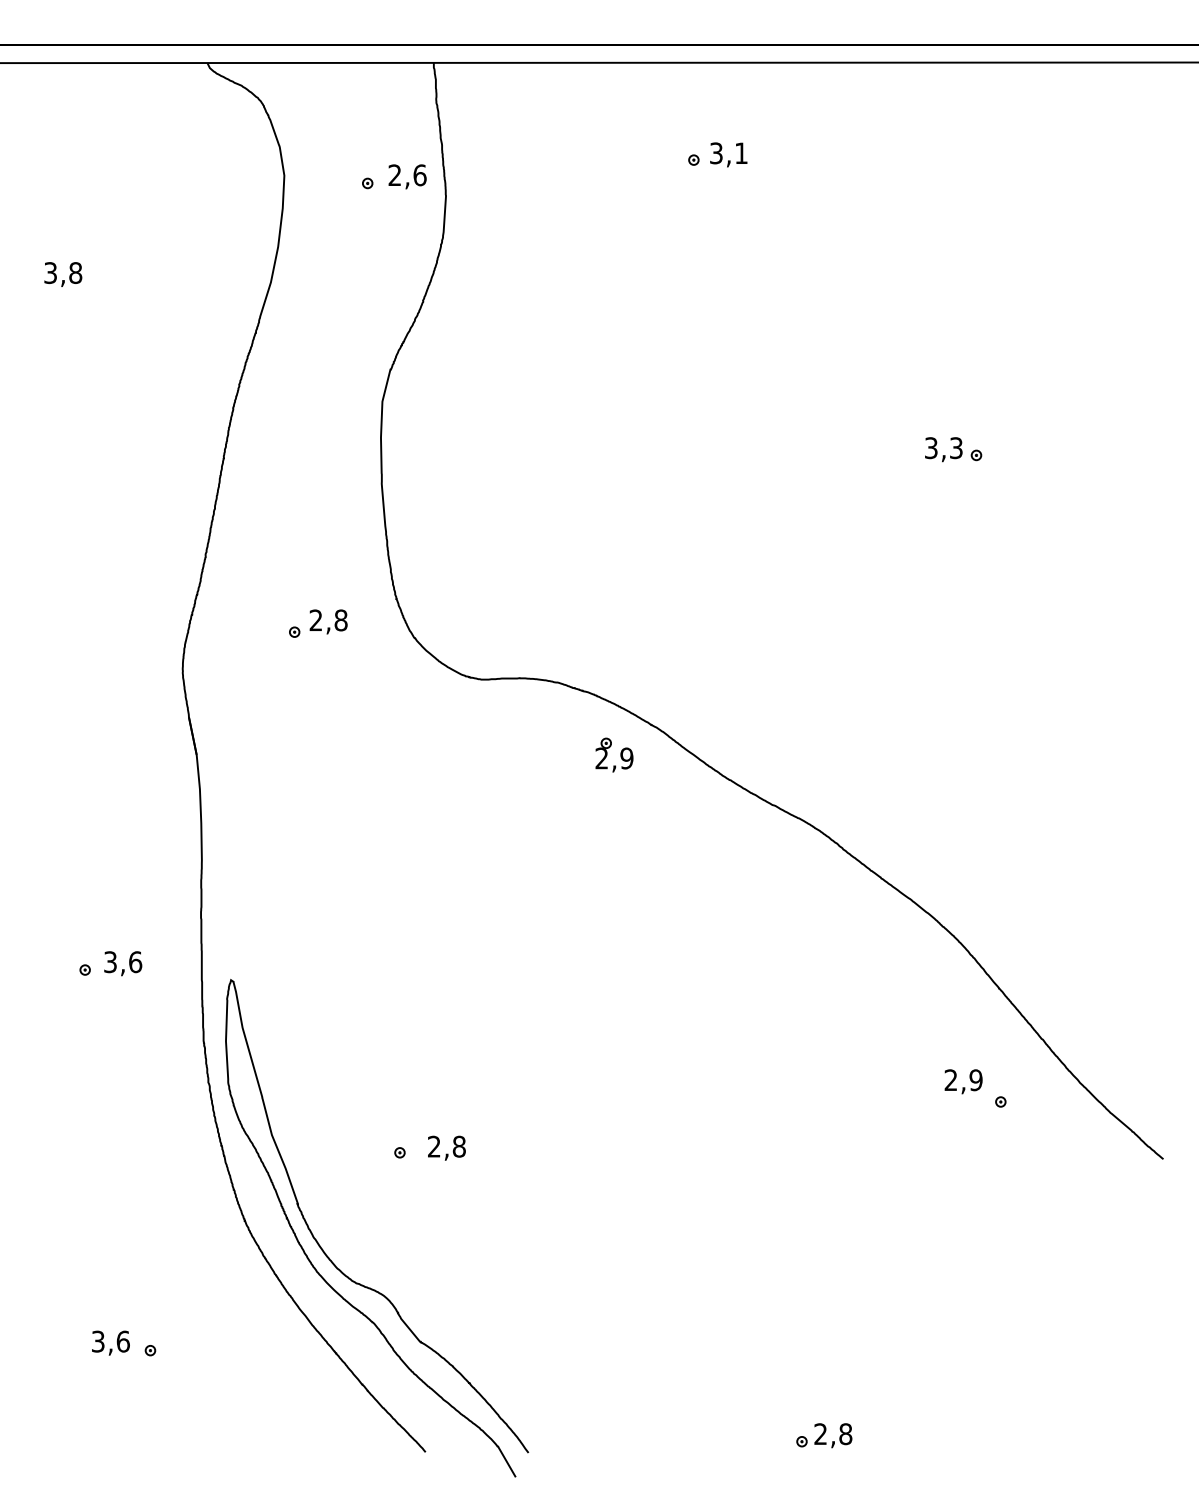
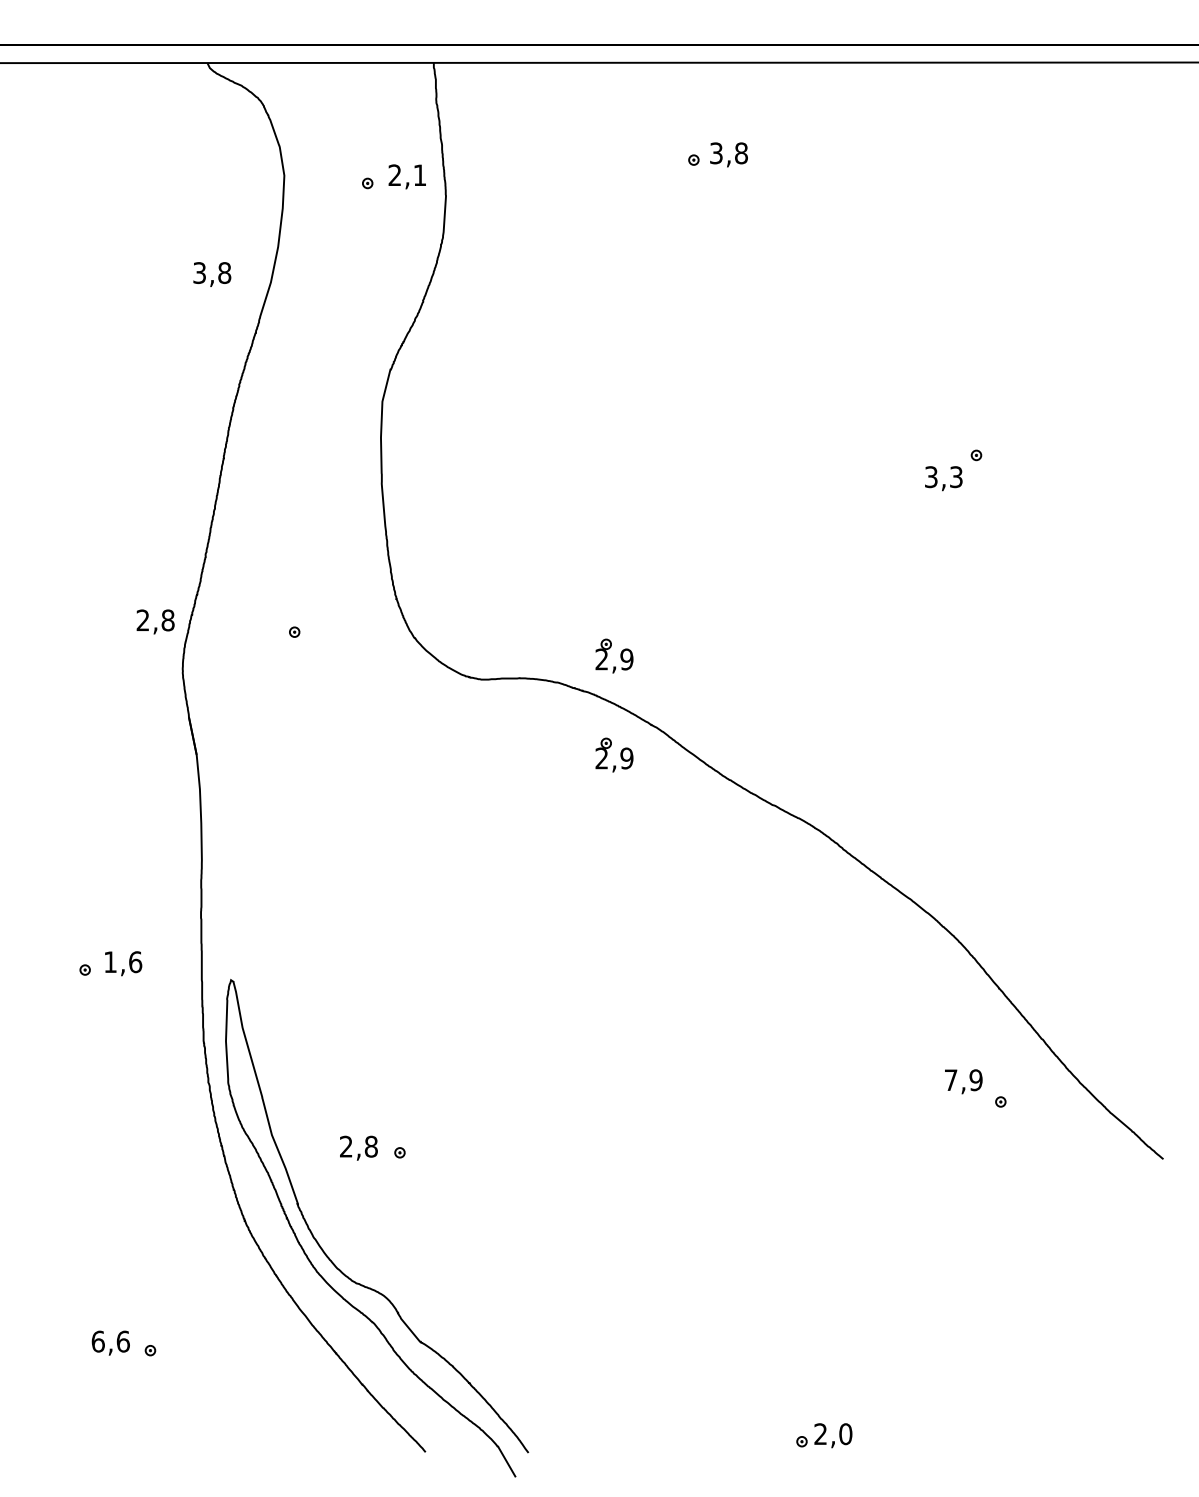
text at (741, 153): 3,1 -> 3,8
text at (419, 175): 2,6 -> 2,1
text at (63, 274) position: (63, 274) -> (212, 274)
text at (943, 449) position: (943, 449) -> (943, 478)
text at (328, 621) position: (328, 621) -> (155, 621)
part at (614, 655): none -> present
text at (110, 962): 3,6 -> 1,6
text at (950, 1079): 2,9 -> 7,9
text at (446, 1147) position: (446, 1147) -> (358, 1147)
text at (97, 1341): 3,6 -> 6,6
text at (845, 1433): 2,8 -> 2,0
